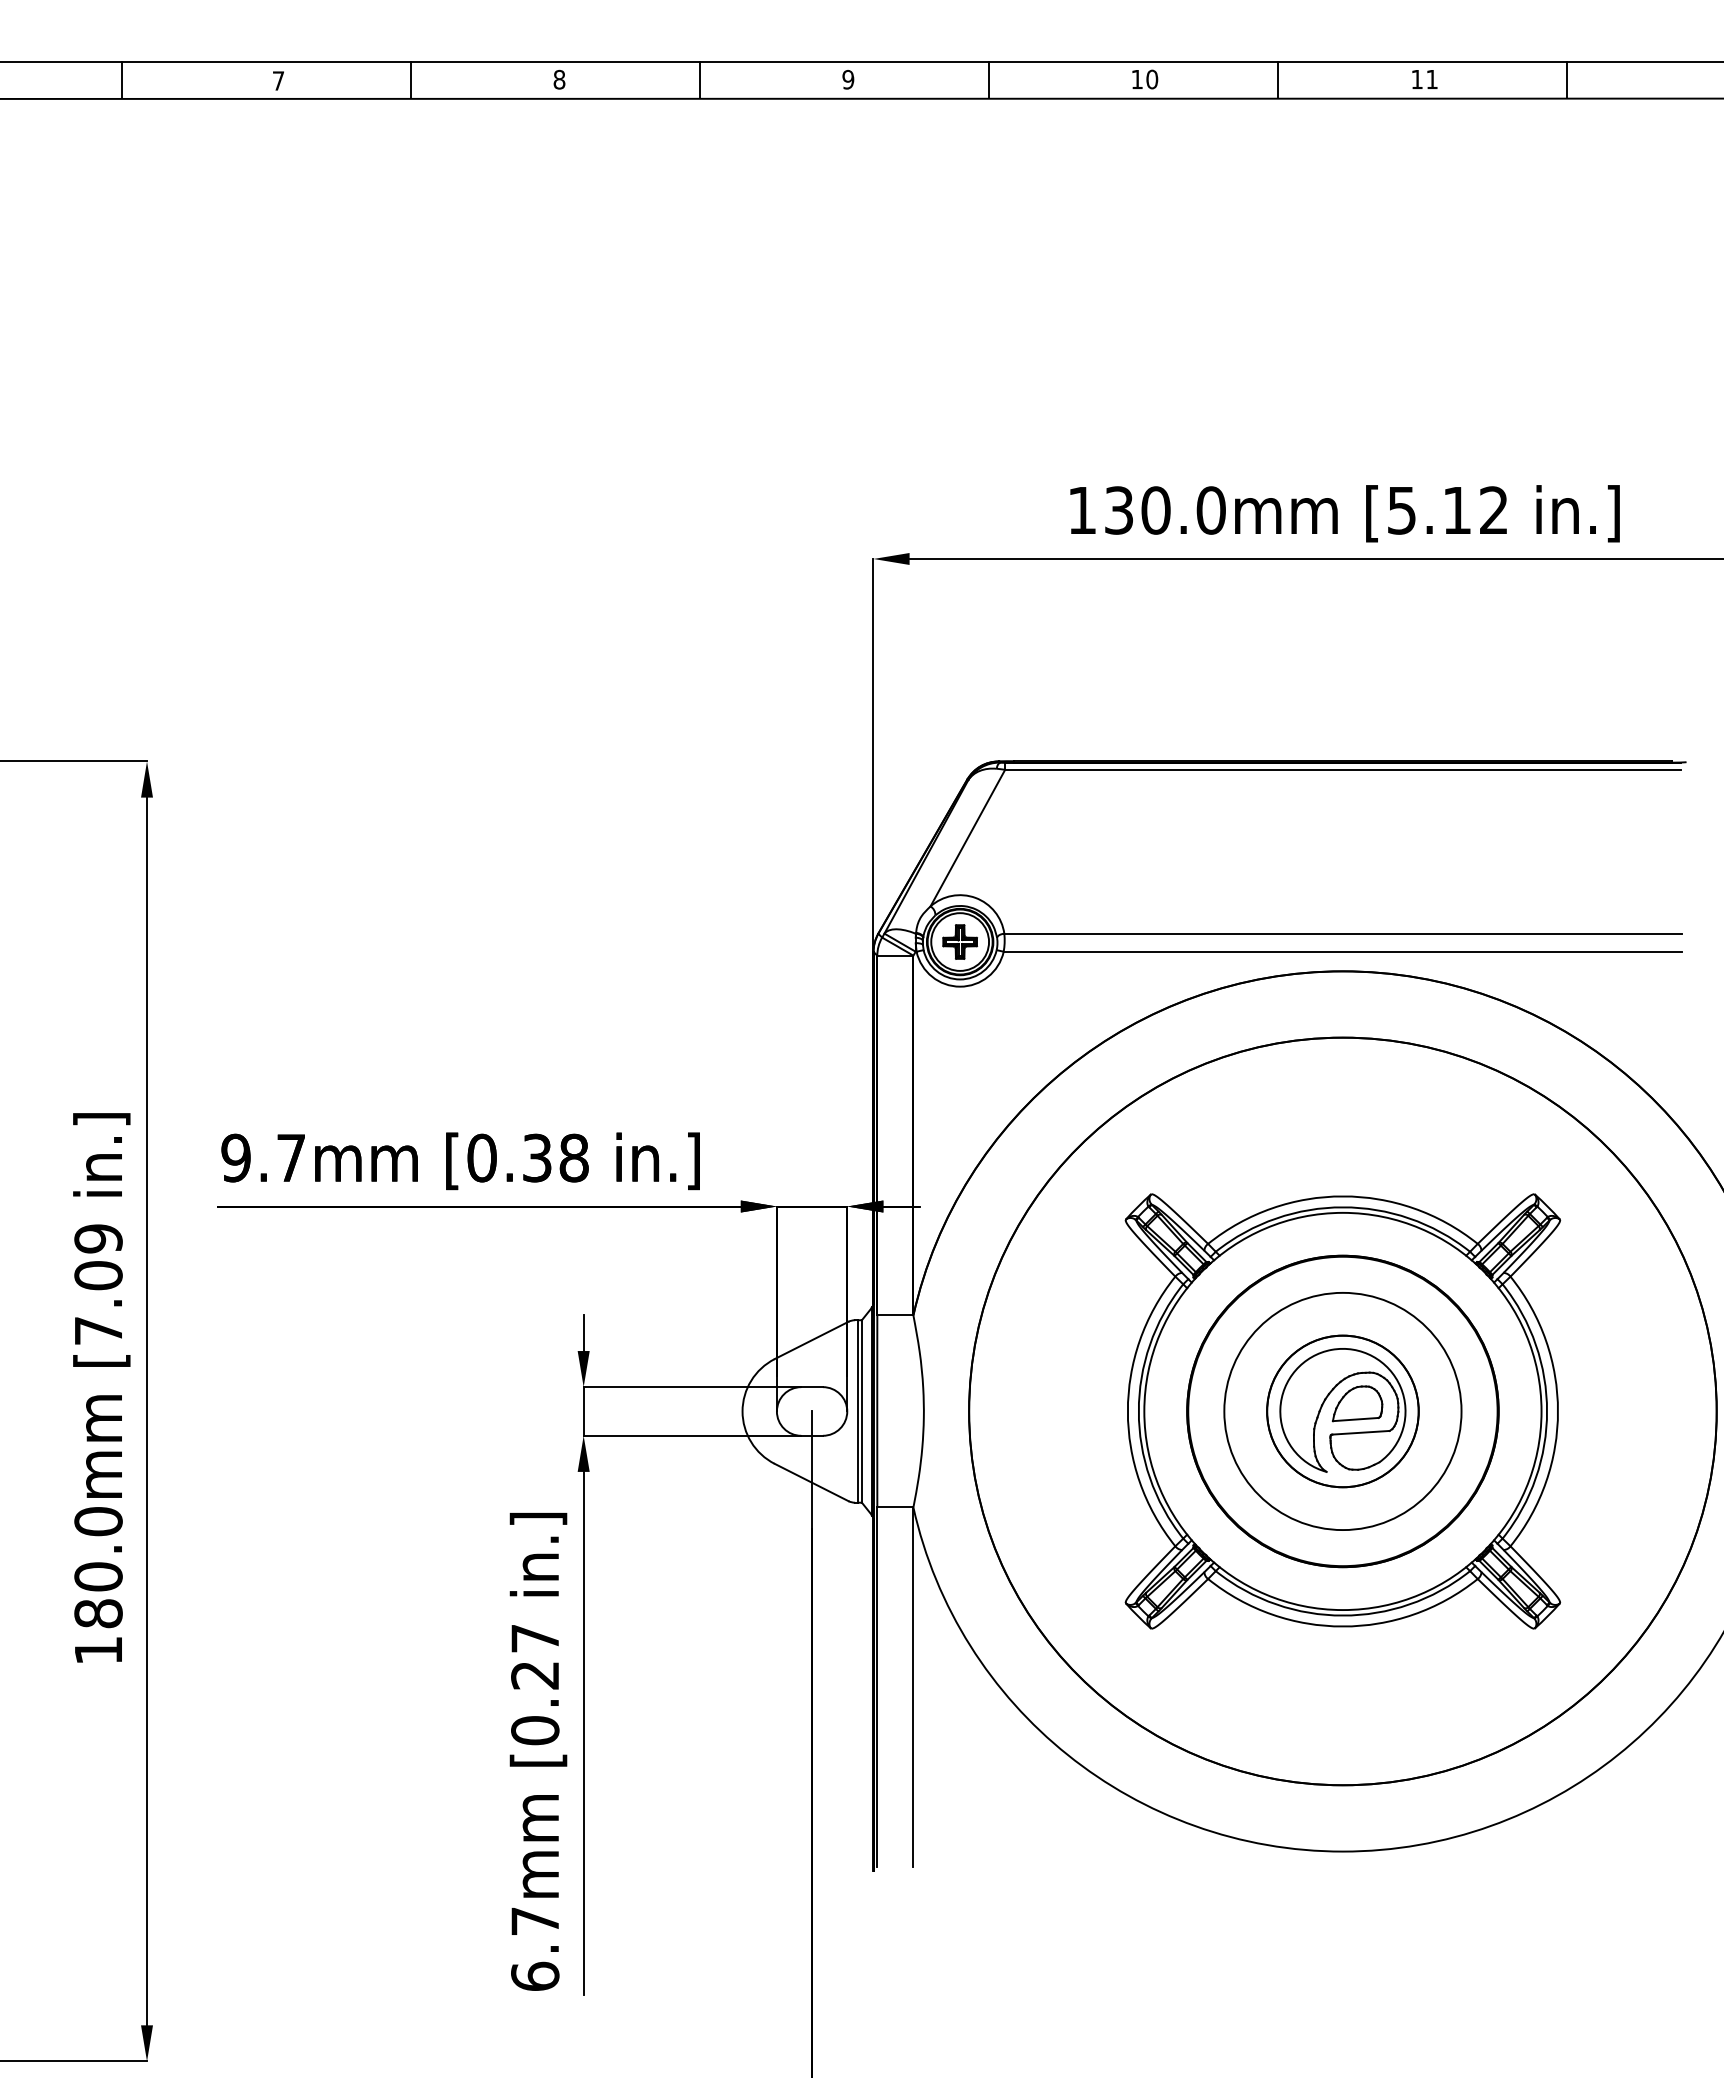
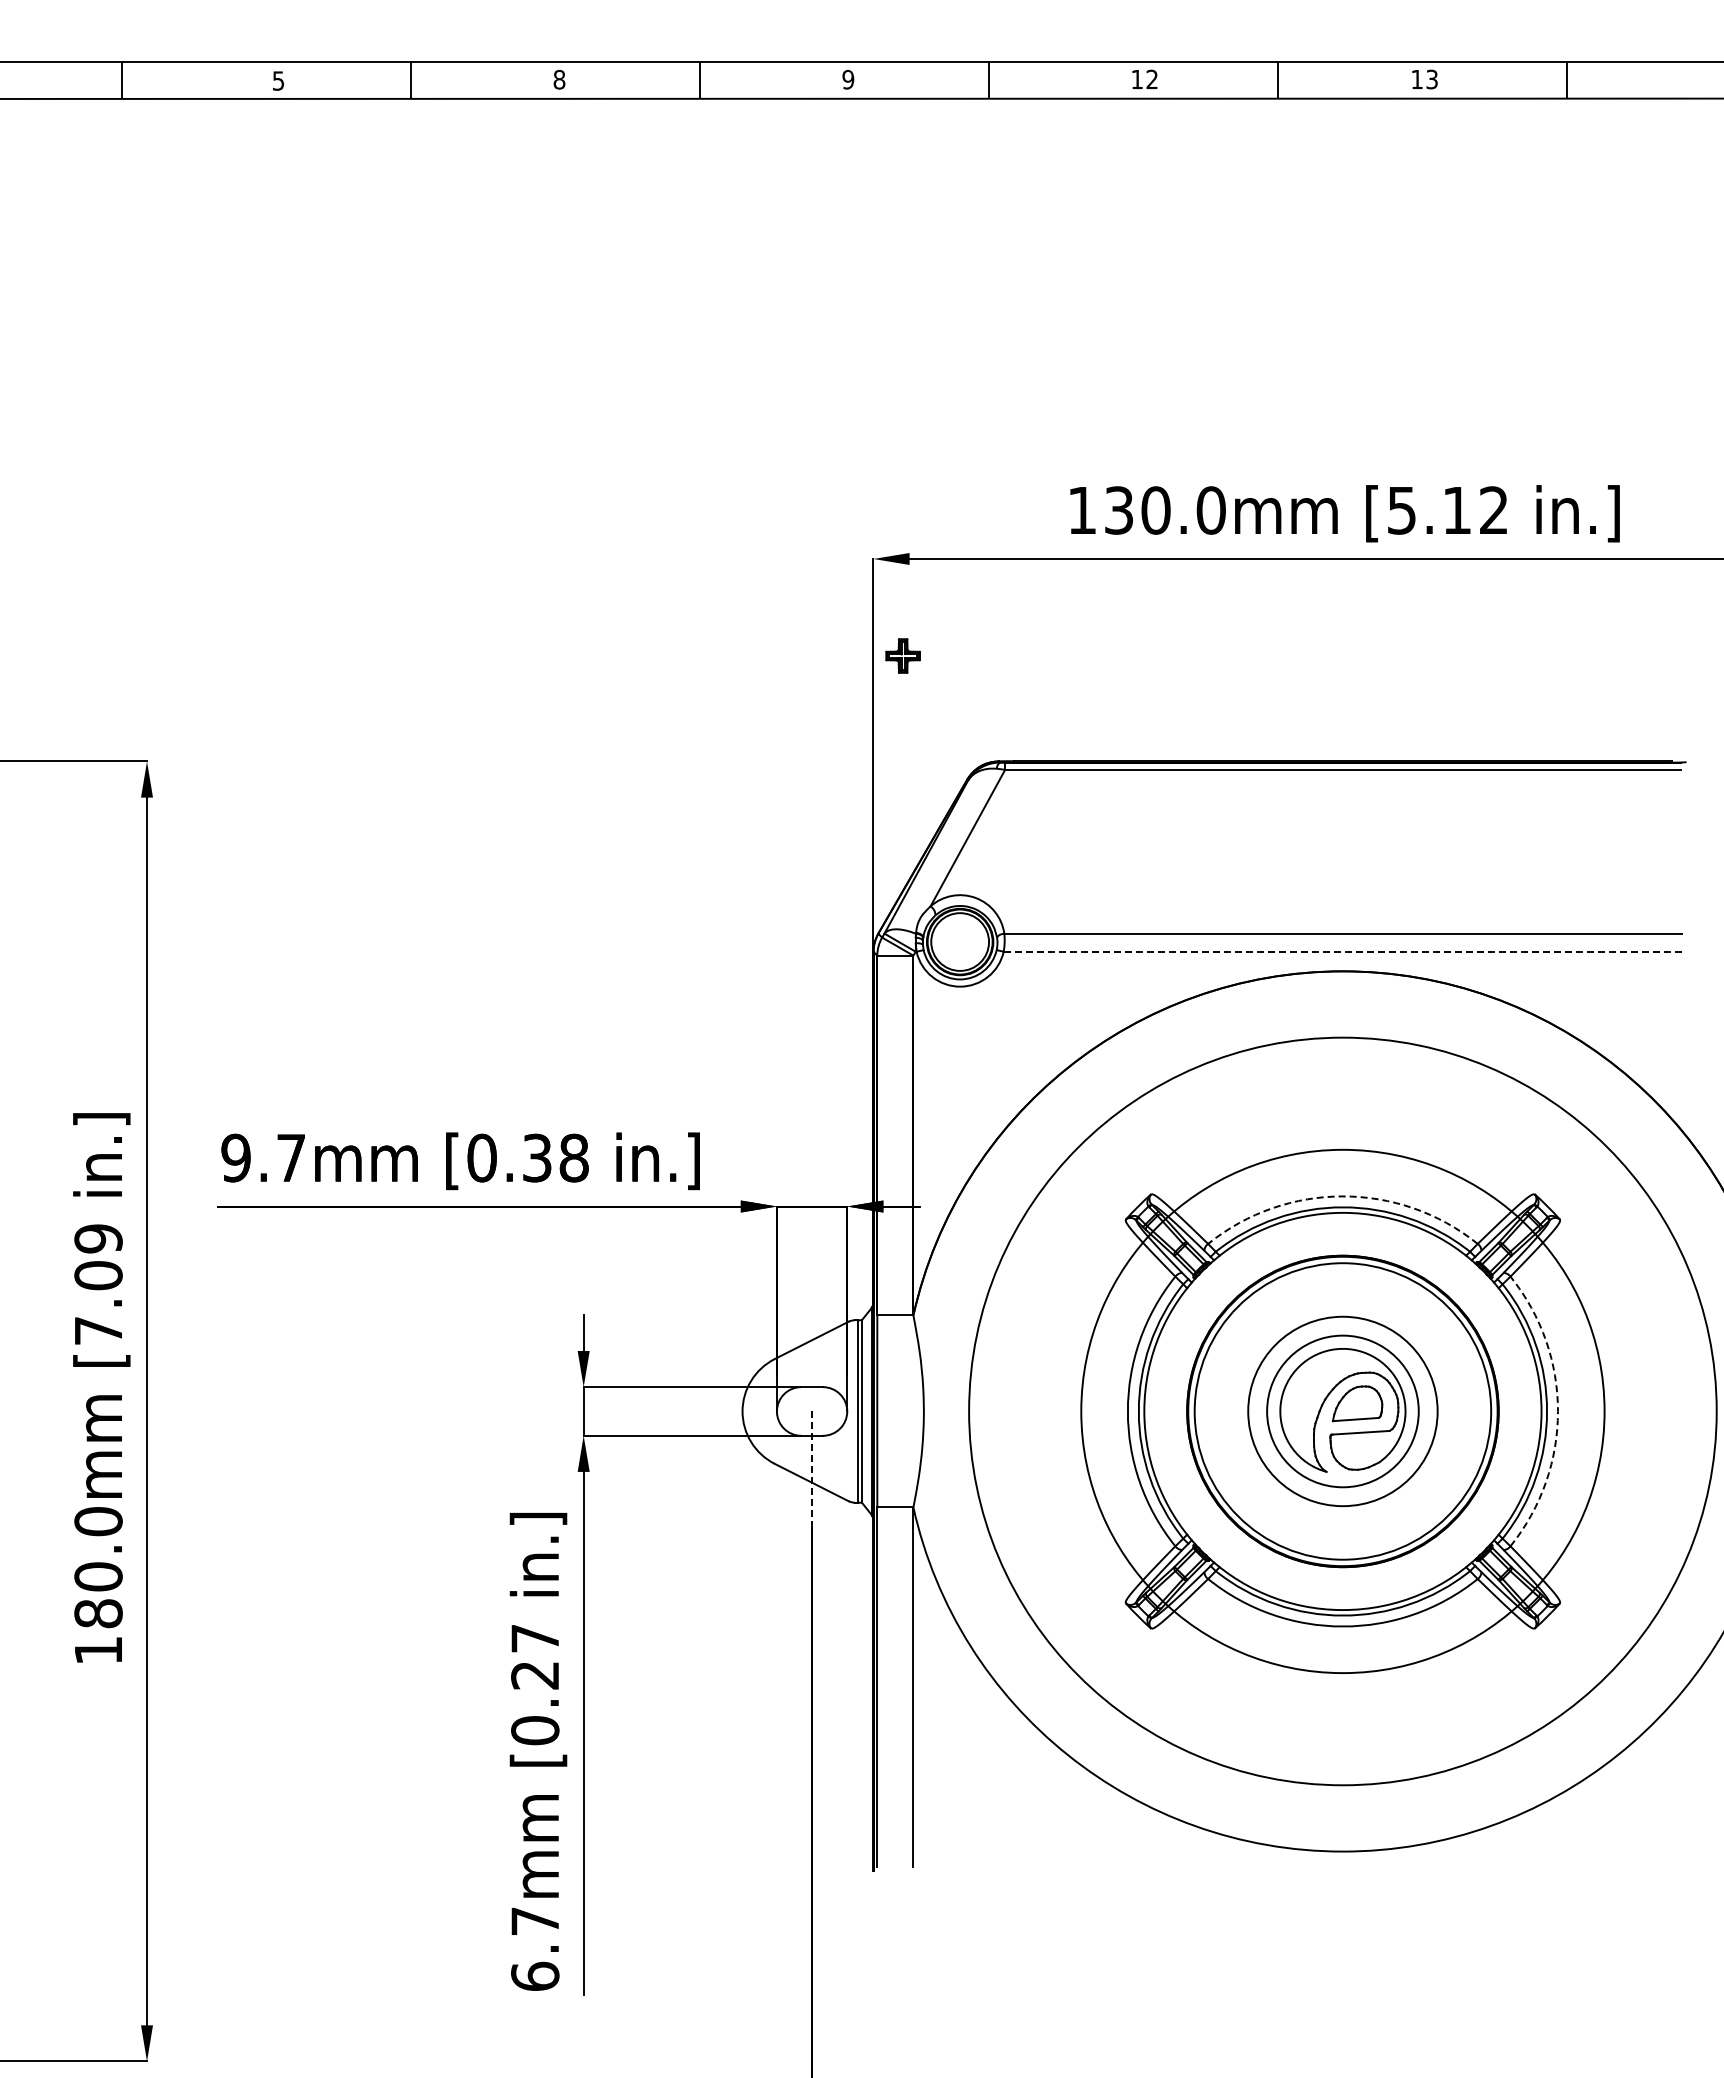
text at (1152, 79): 10 -> 12
text at (1431, 79): 11 -> 13
text at (278, 80): 7 -> 5
part at (959, 941) position: (959, 941) -> (902, 655)
line at (1342, 951): solid -> dashed
arc at (1342, 1196): solid -> dashed
circle at (1342, 1411) diameter: 152 px -> 189 px
circle at (1342, 1411) diameter: 237 px -> 296 px
circle at (1342, 1411) diameter: 748 px -> 523 px
arc at (1557, 1411): solid -> dashed
line at (812, 1470): solid -> dashed
